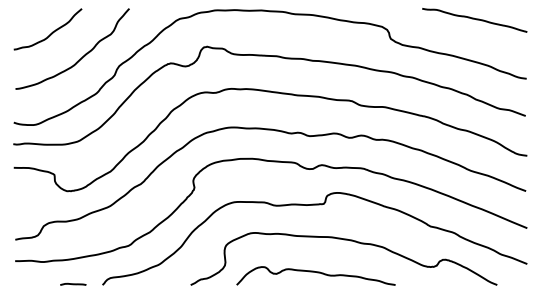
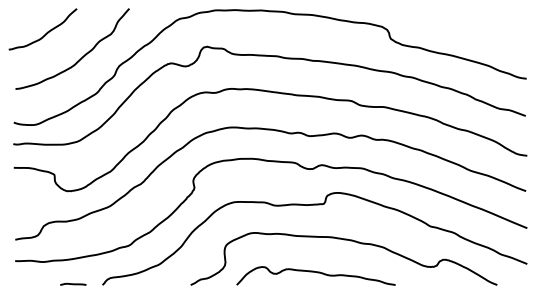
curve at (474, 19): present -> none
curve at (51, 32) position: (51, 32) -> (46, 32)
